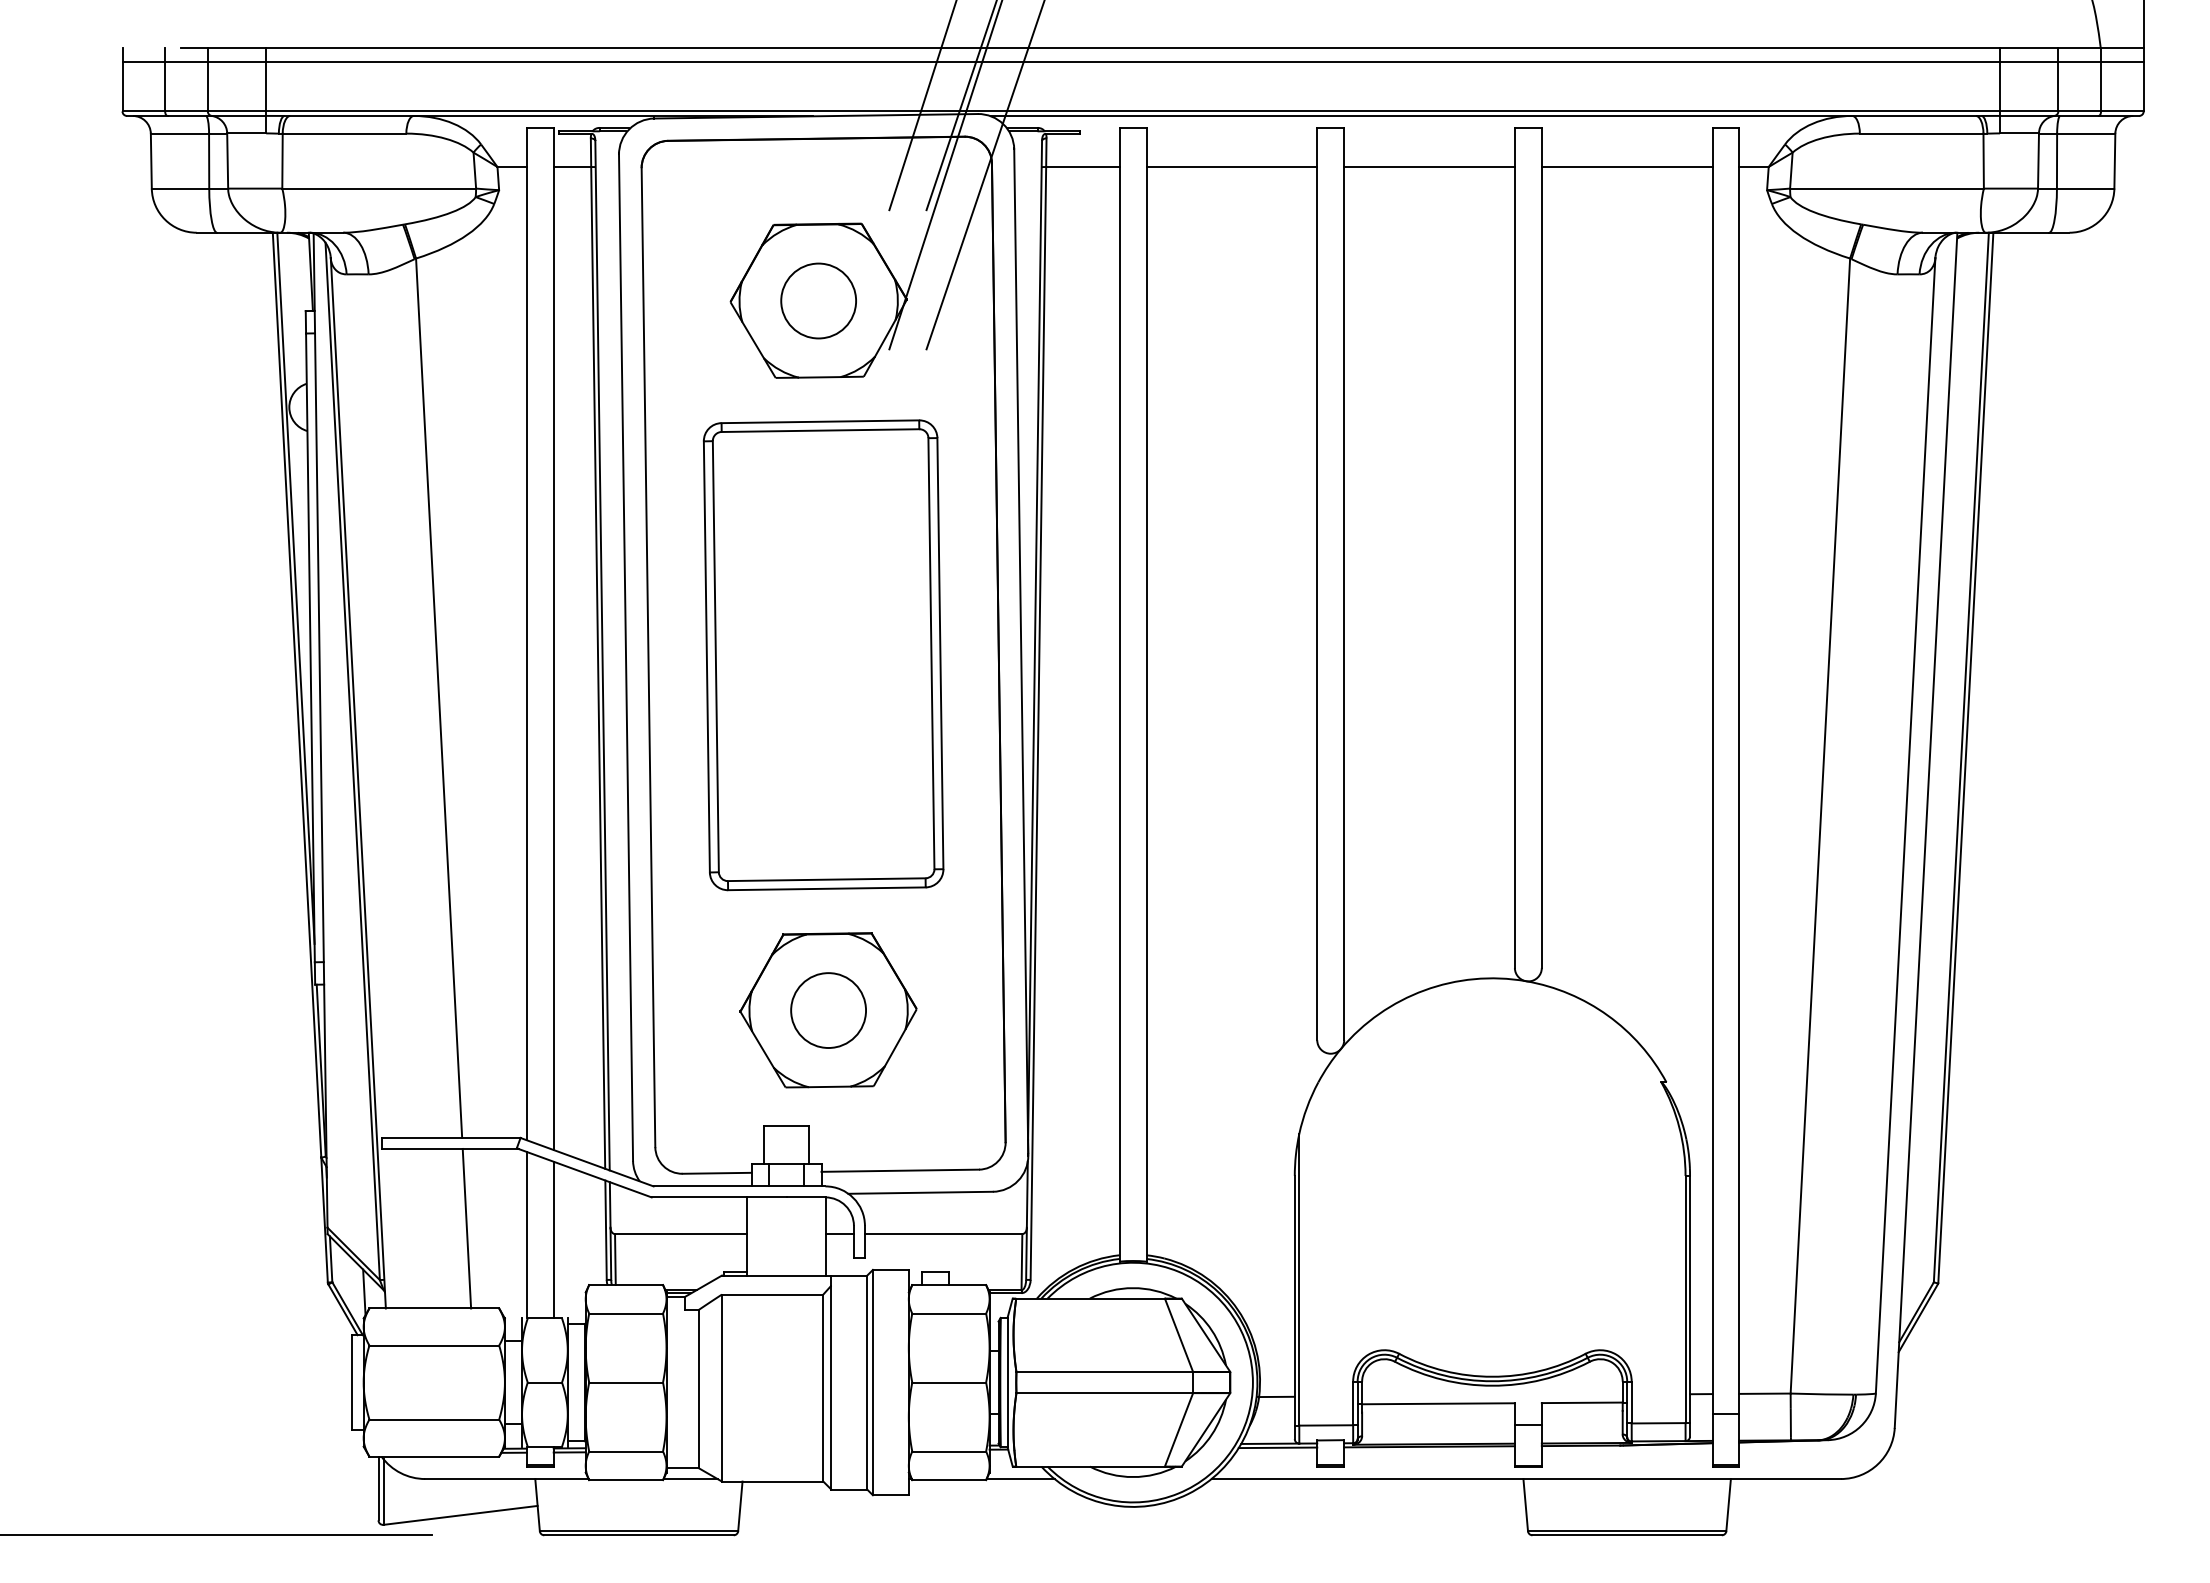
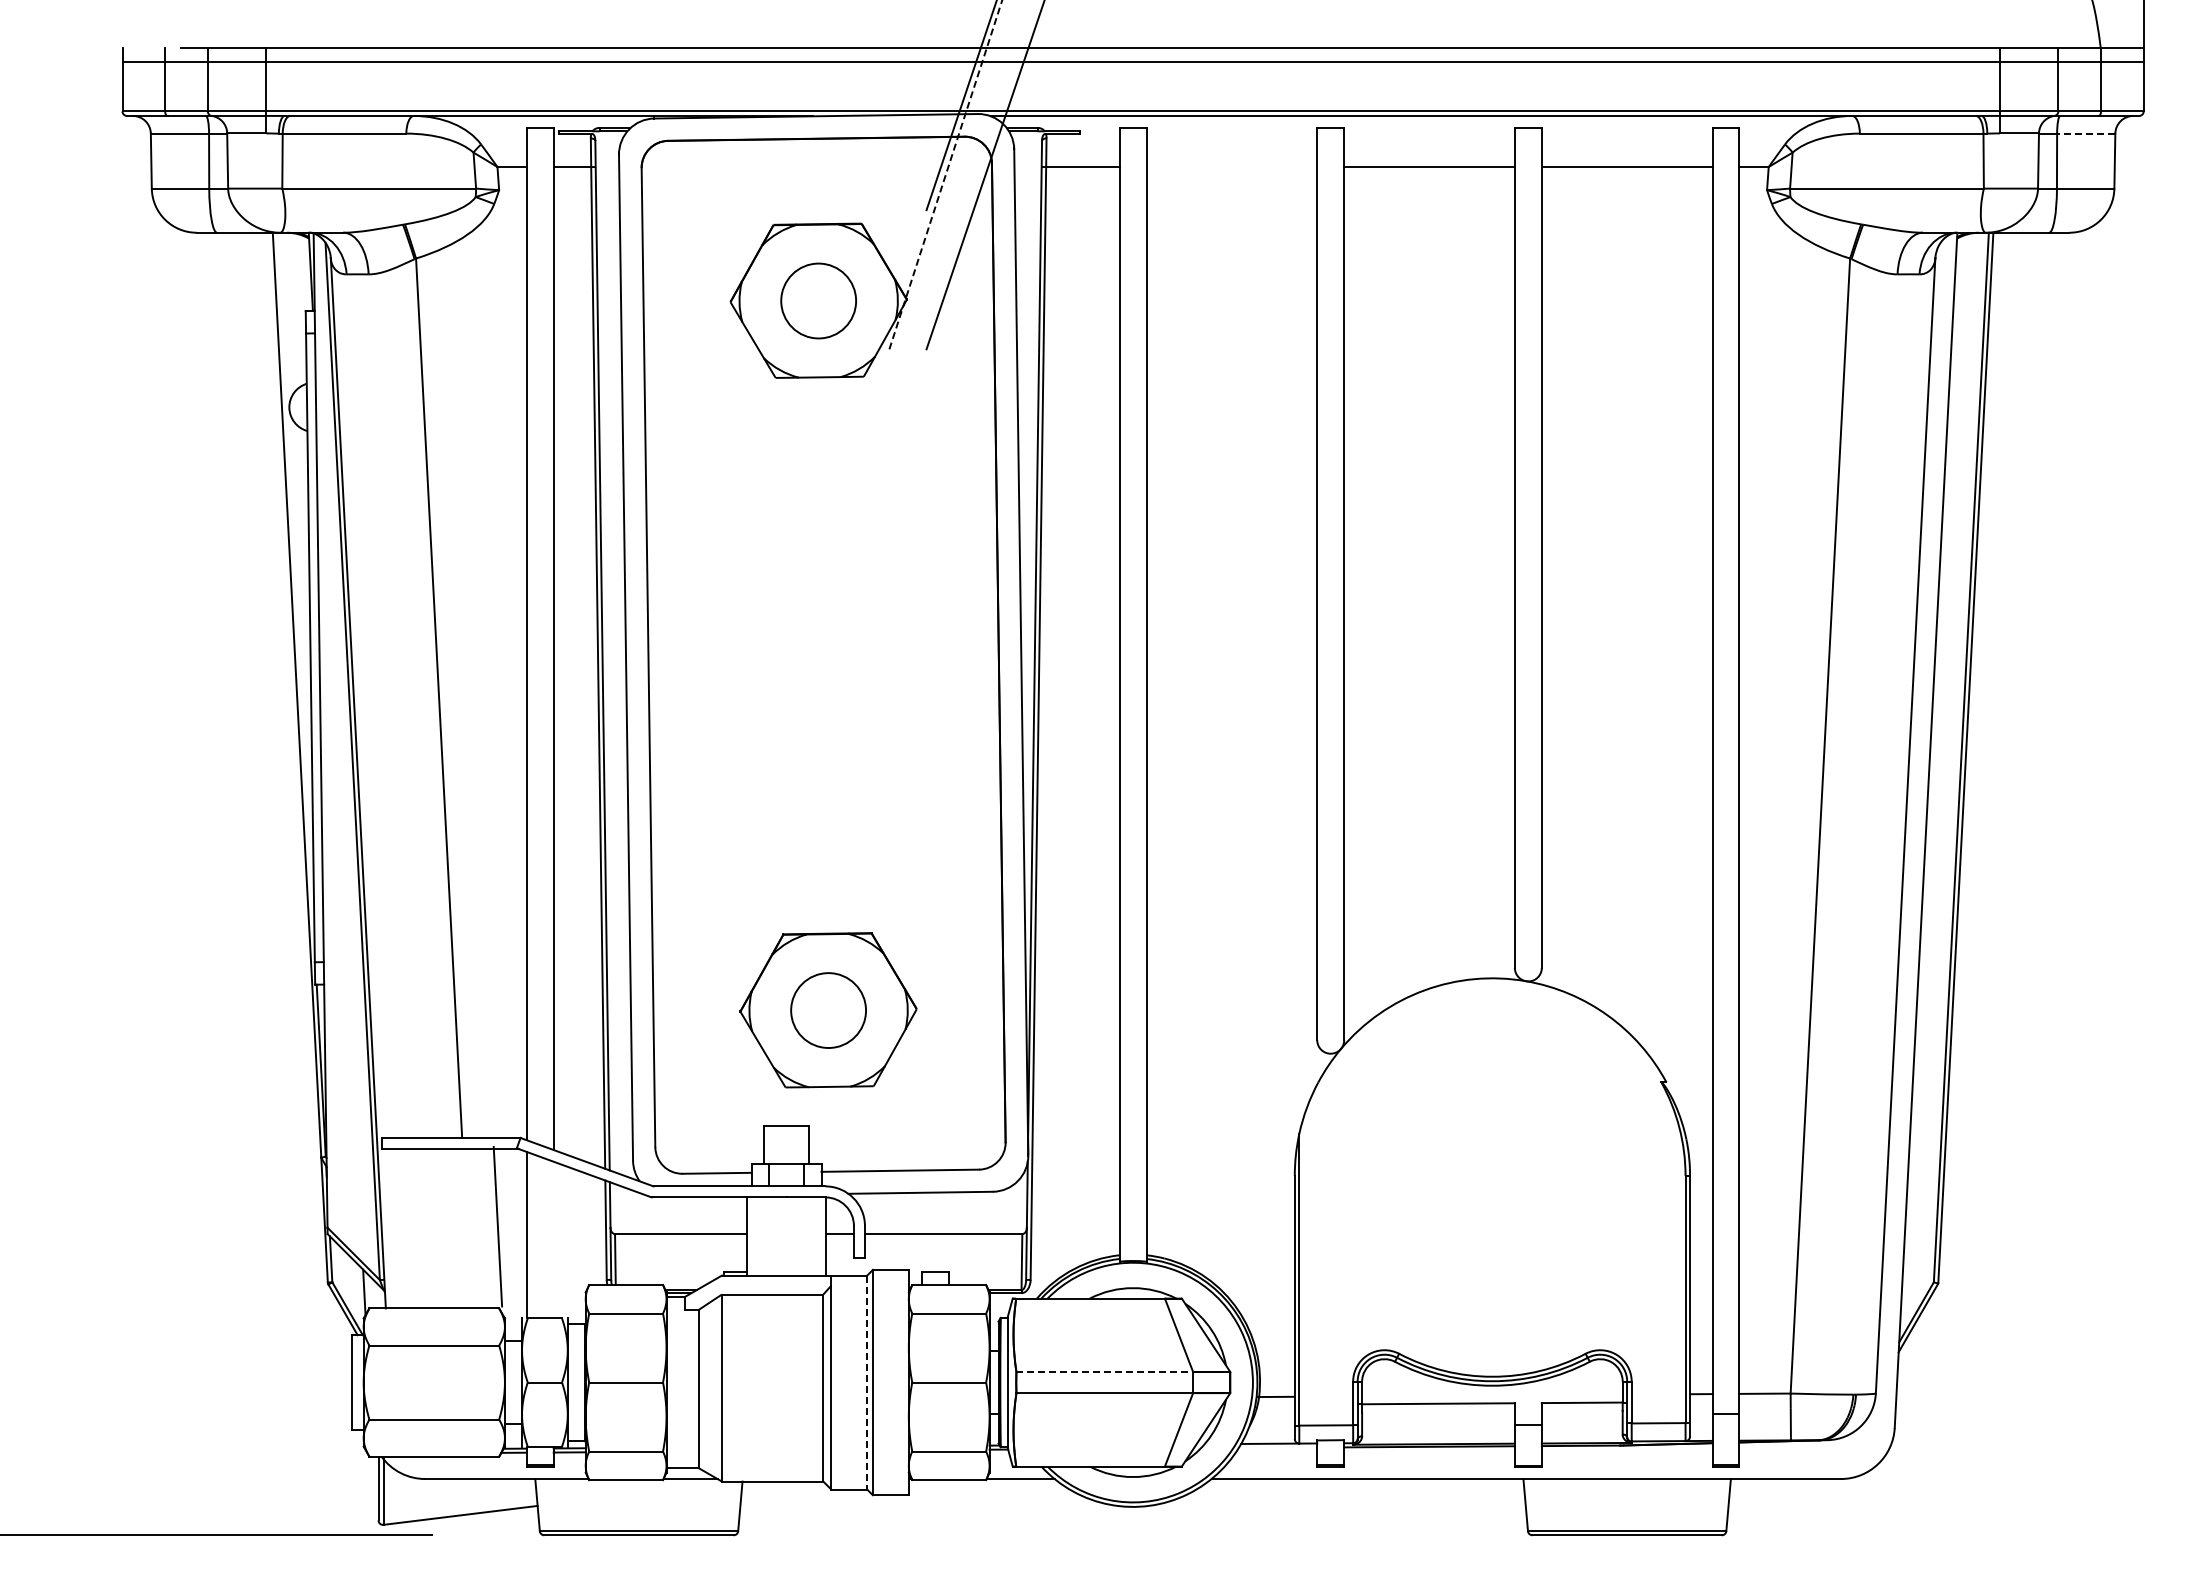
line at (922, 106): present -> none
line at (2085, 133): solid -> dashed
line at (1231, 167): present -> none
line at (945, 174): solid -> dashed
line at (295, 587): present -> none
part at (823, 655): present -> none
line at (466, 1228) position: (466, 1228) -> (497, 1226)
line at (553, 1239): present -> none
line at (1105, 1372): solid -> dashed
line at (867, 1383): solid -> dashed
line at (1277, 1447): present -> none
